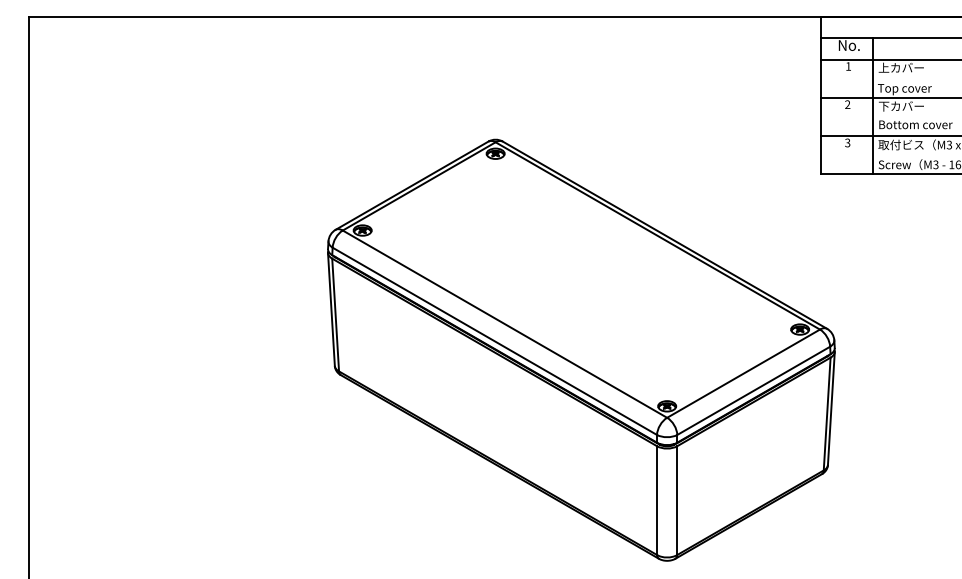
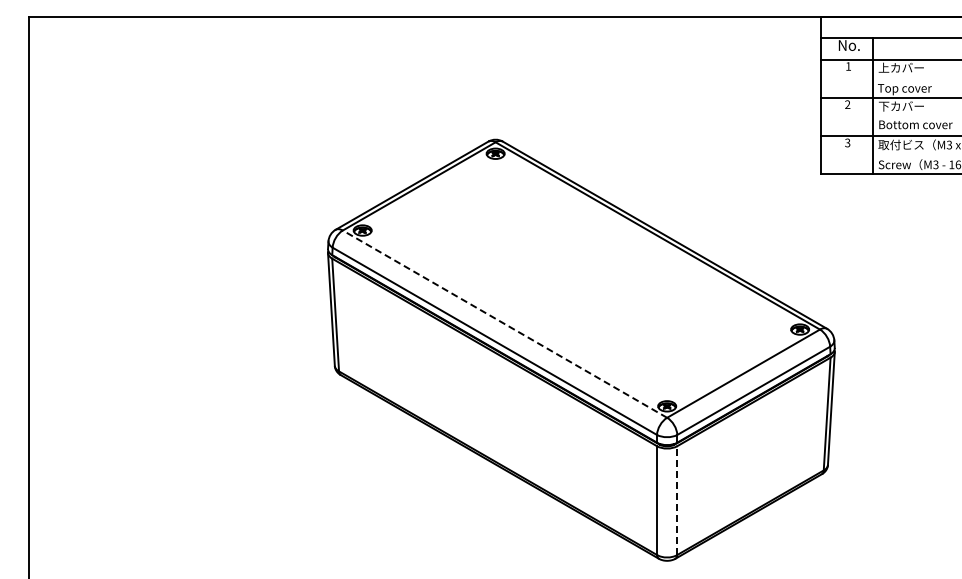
line at (504, 323): solid -> dashed
line at (677, 500): solid -> dashed
